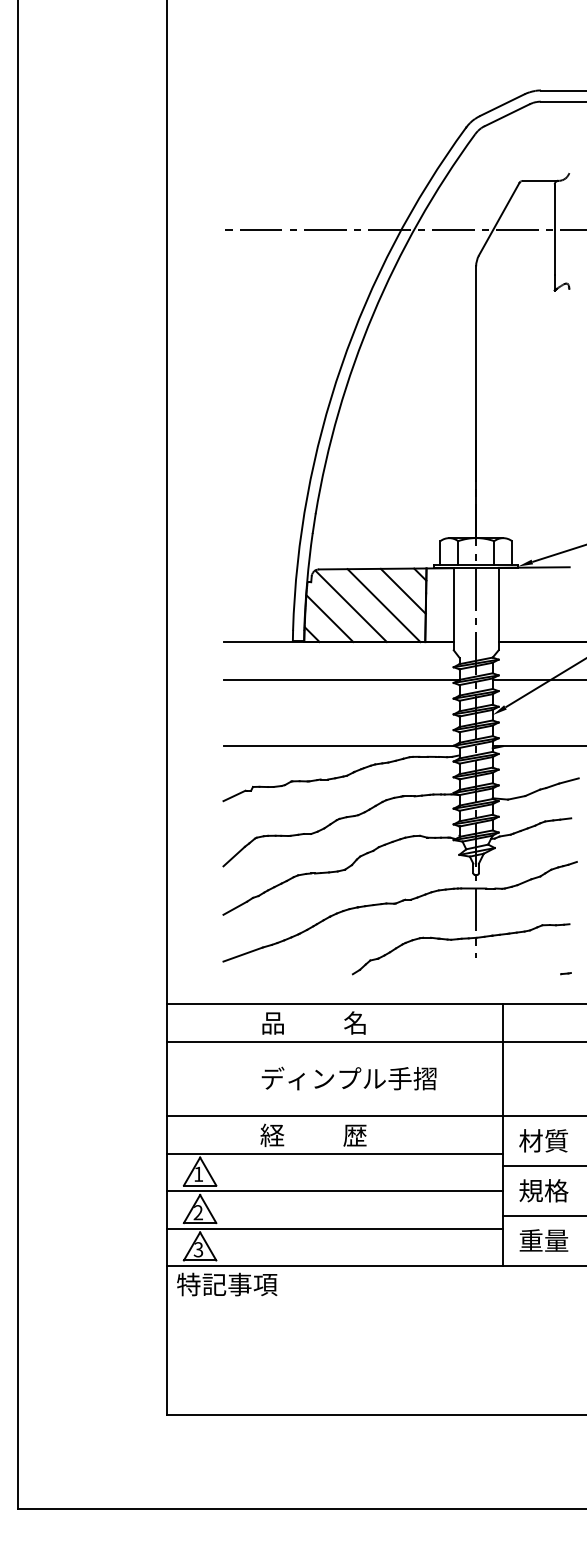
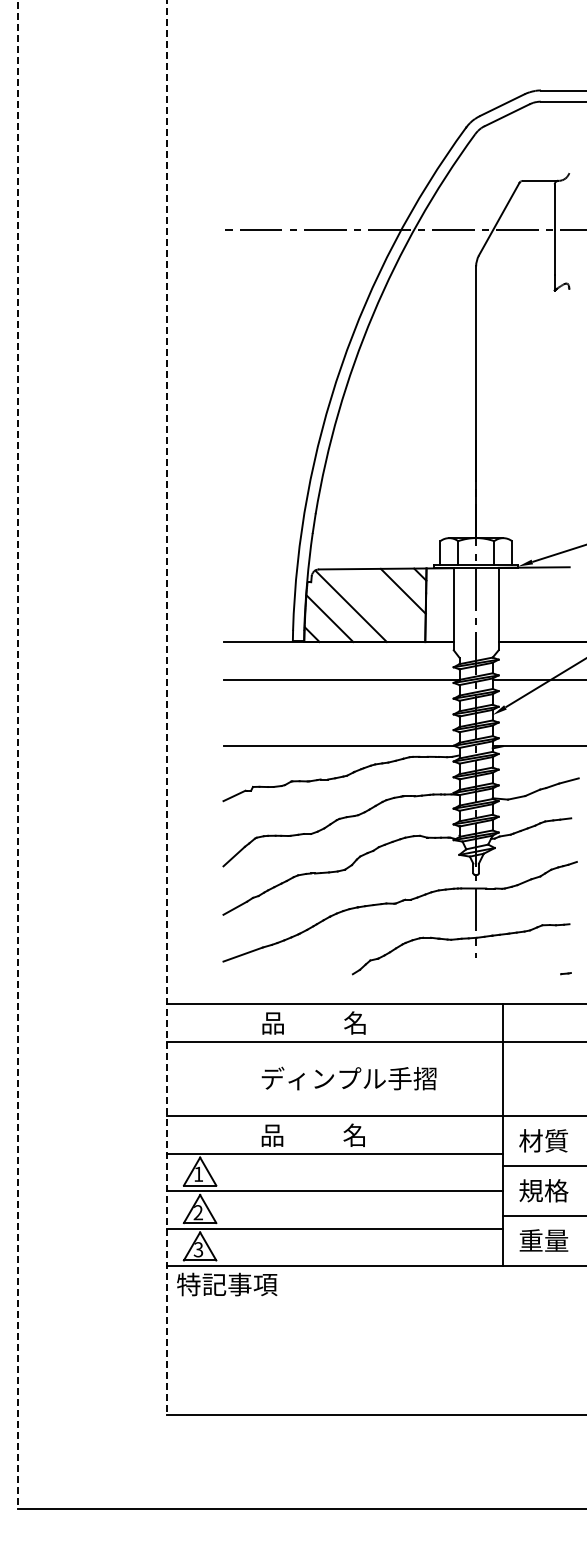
line at (383, 605): present -> none
line at (167, 707): solid -> dashed
line at (17, 755): solid -> dashed
text at (313, 1135): 経          歴 -> 品          名
